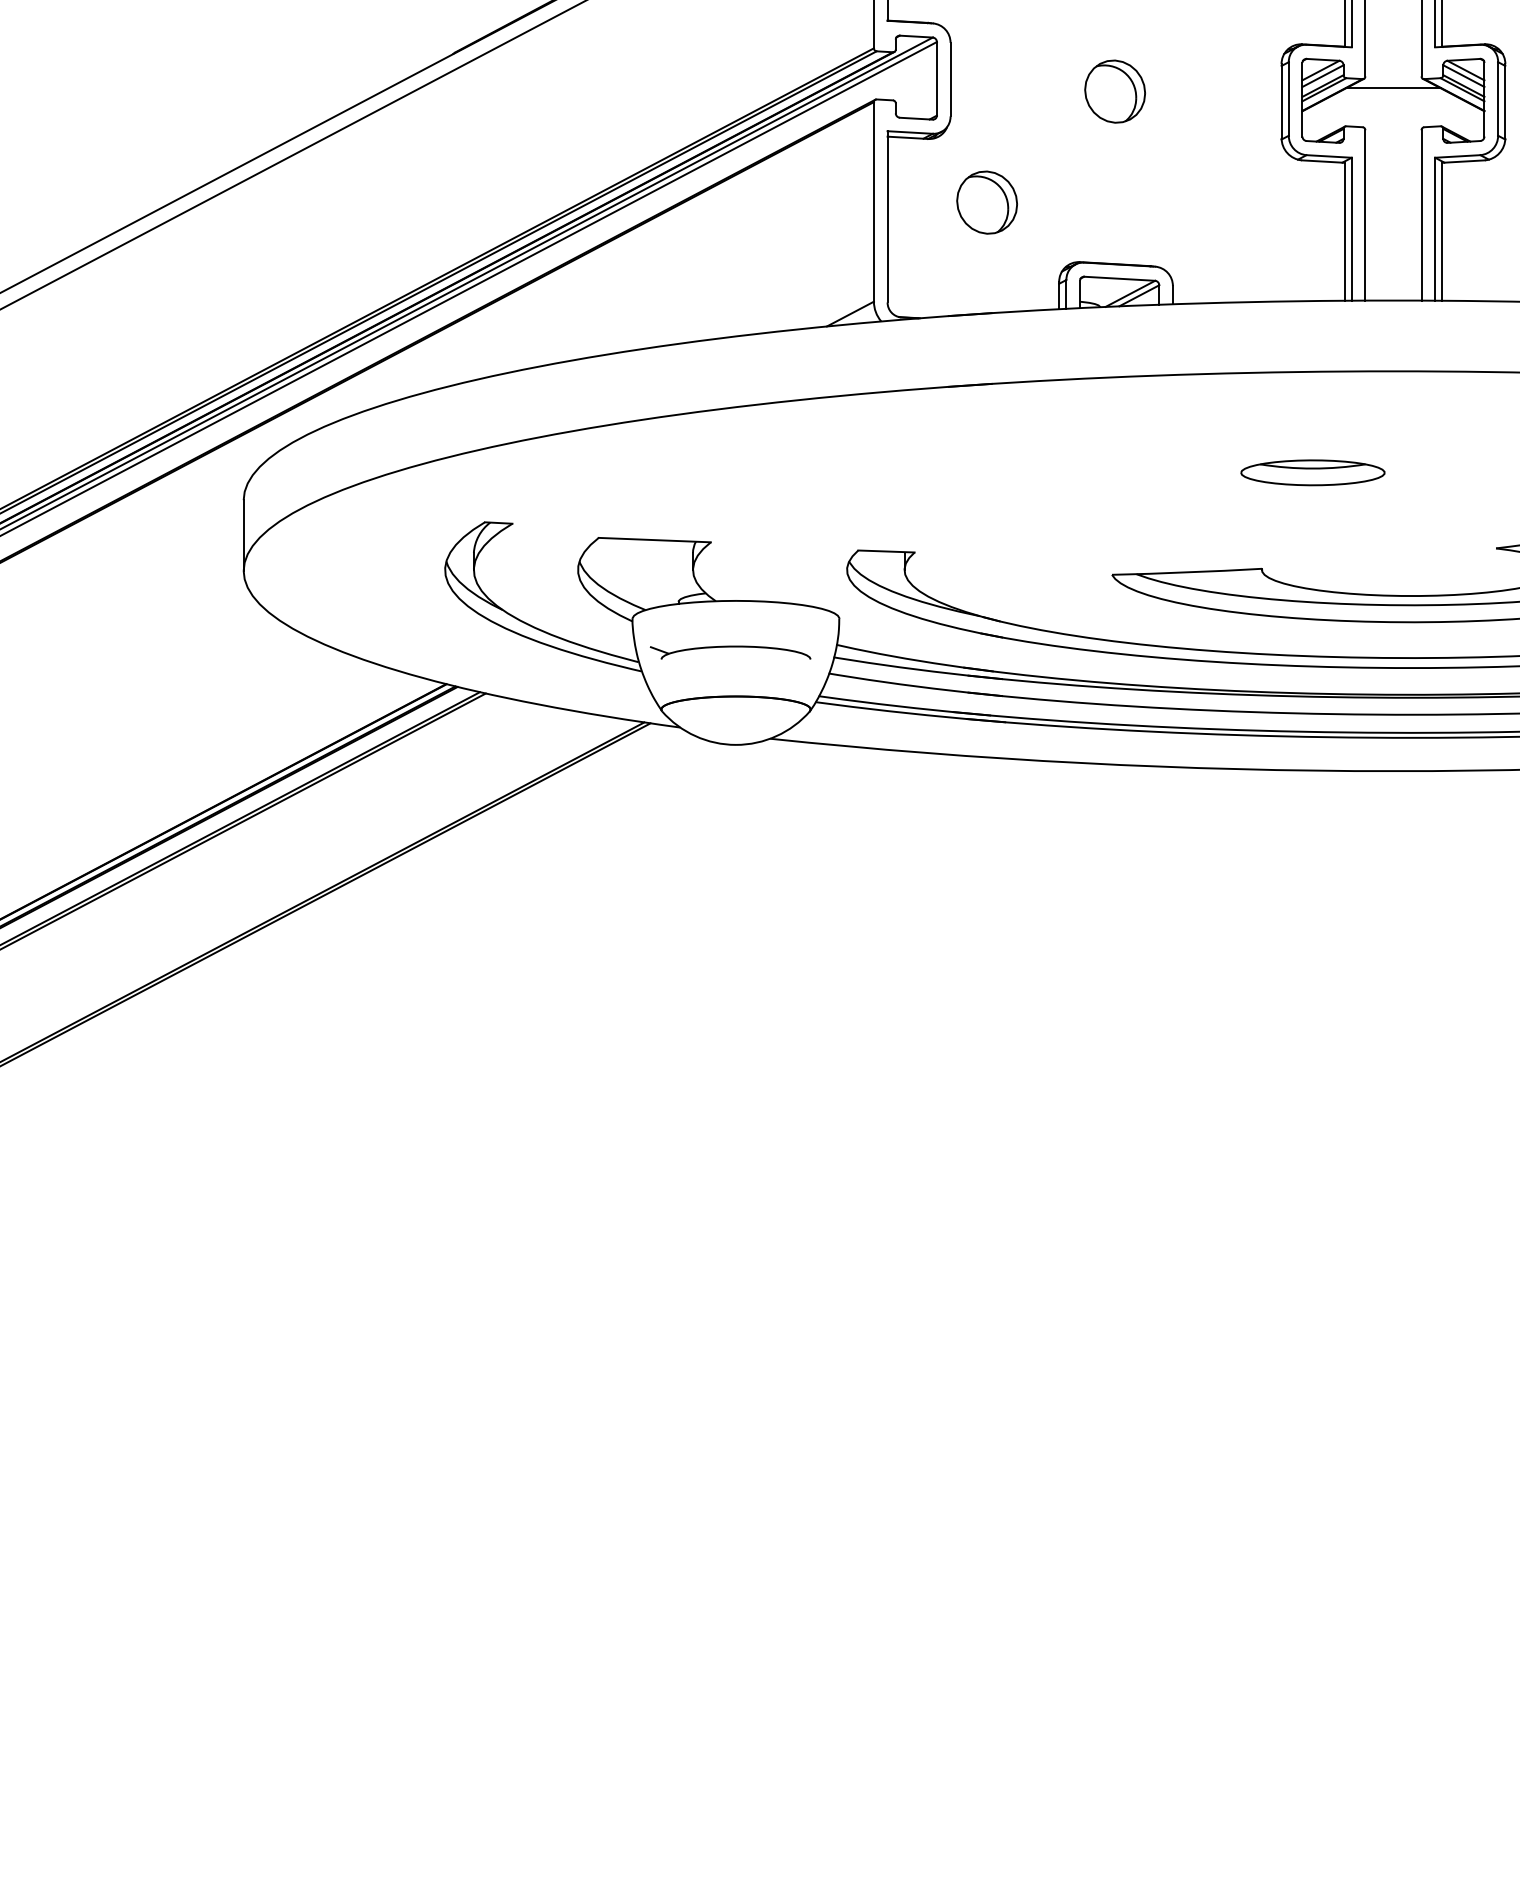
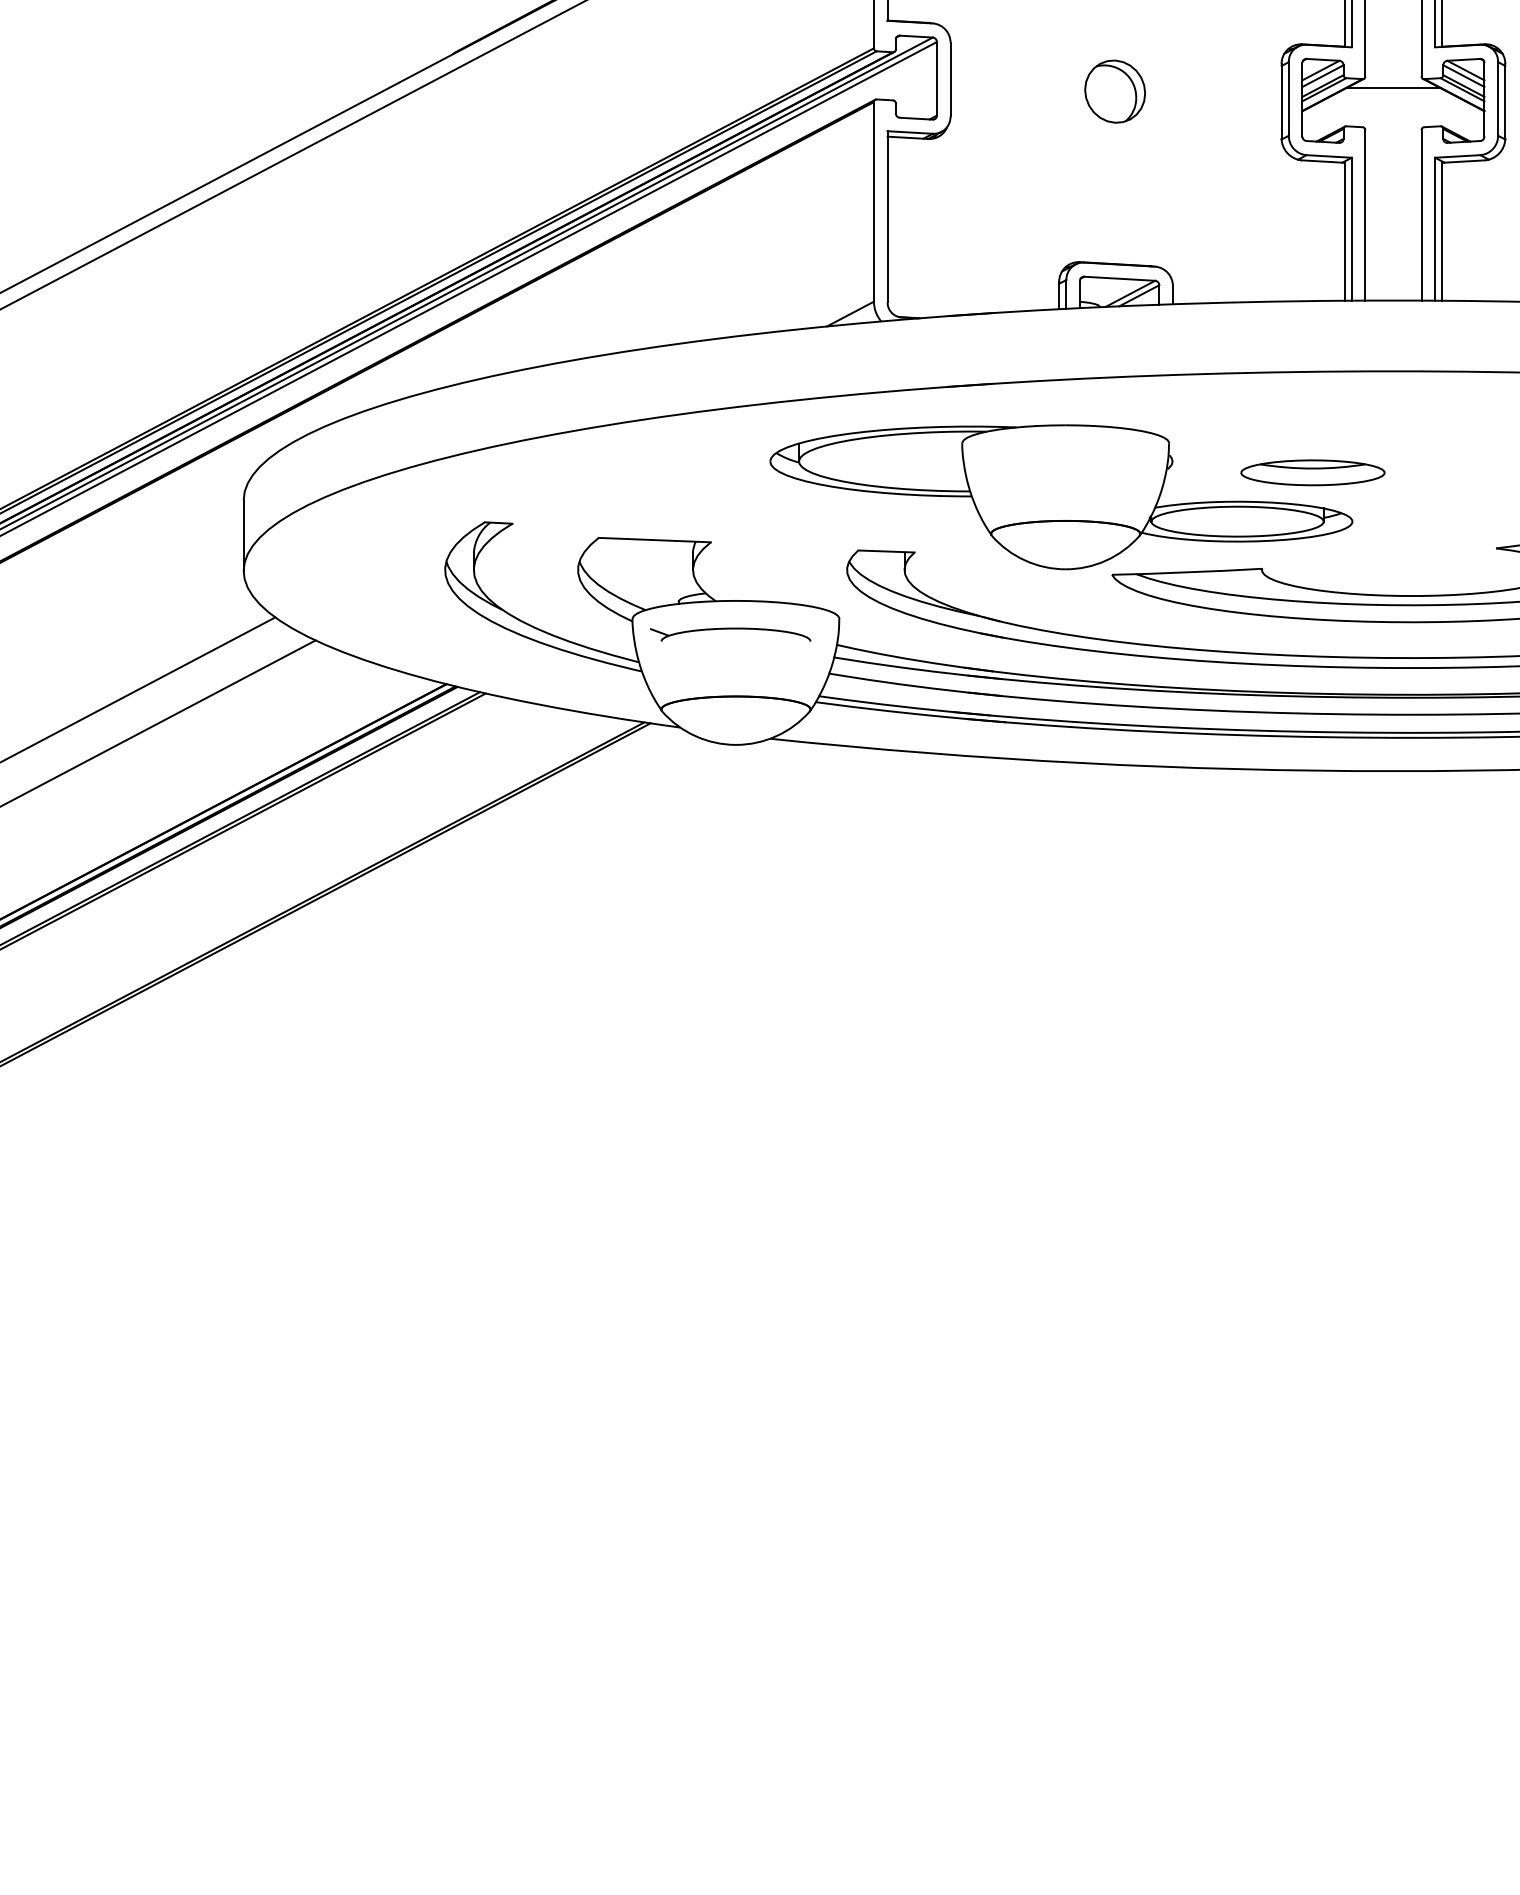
part at (986, 202): present -> none
part at (1061, 497): none -> present
part at (730, 652) position: (730, 652) -> (730, 634)
line at (138, 689): none -> present
line at (158, 722): none -> present
